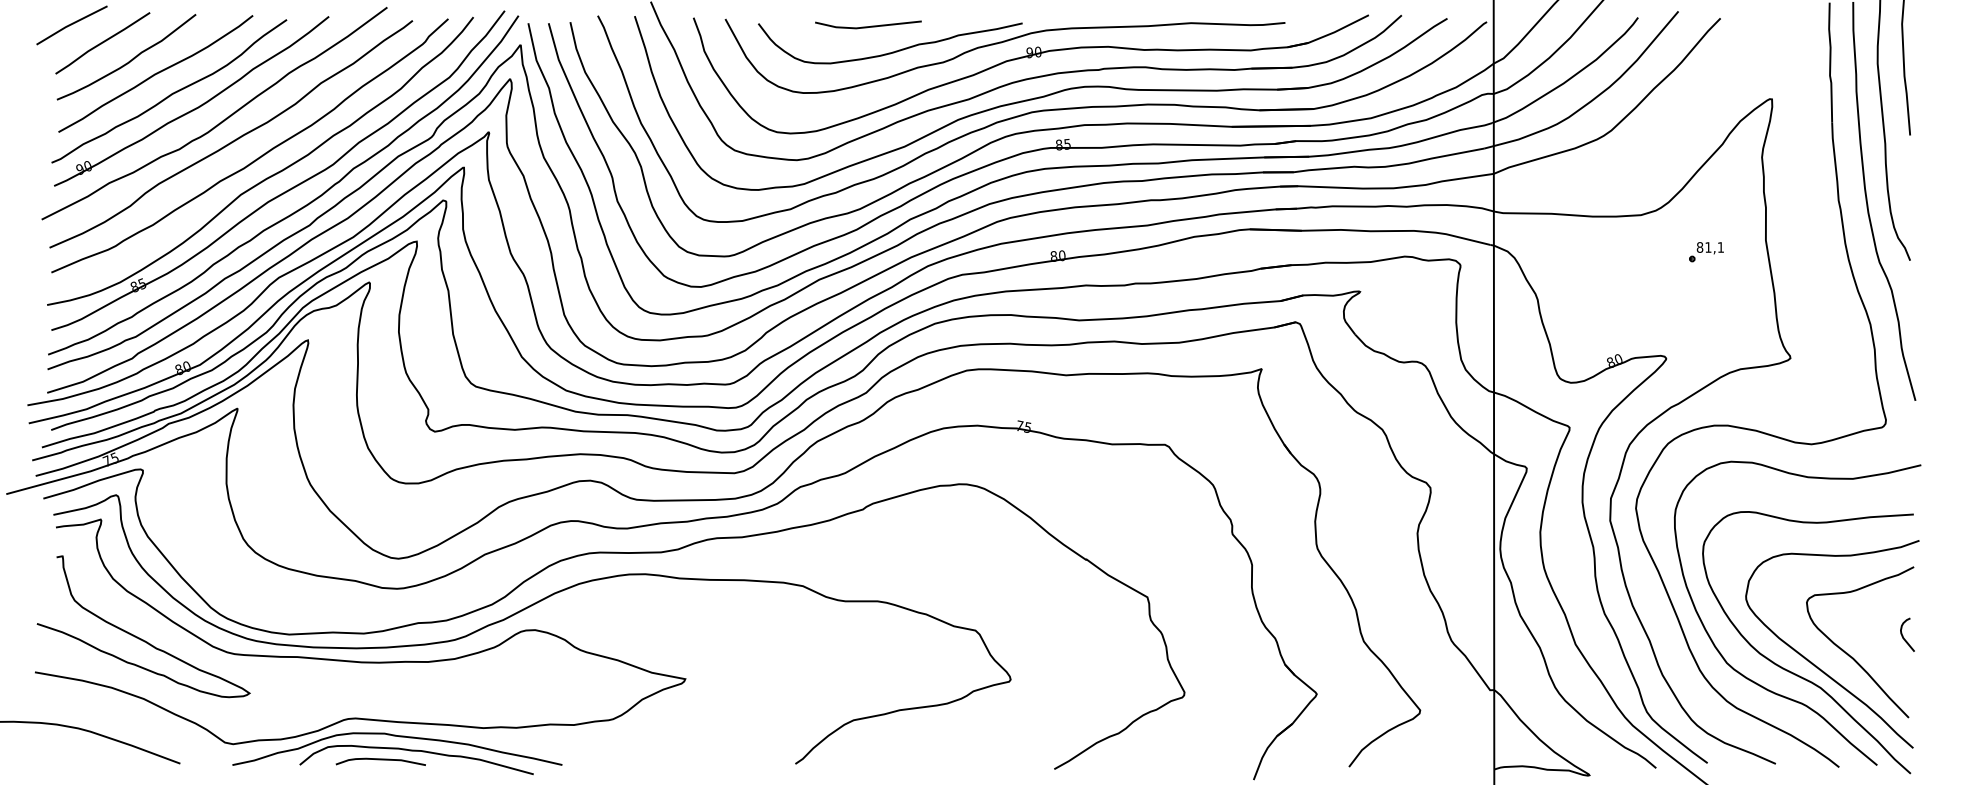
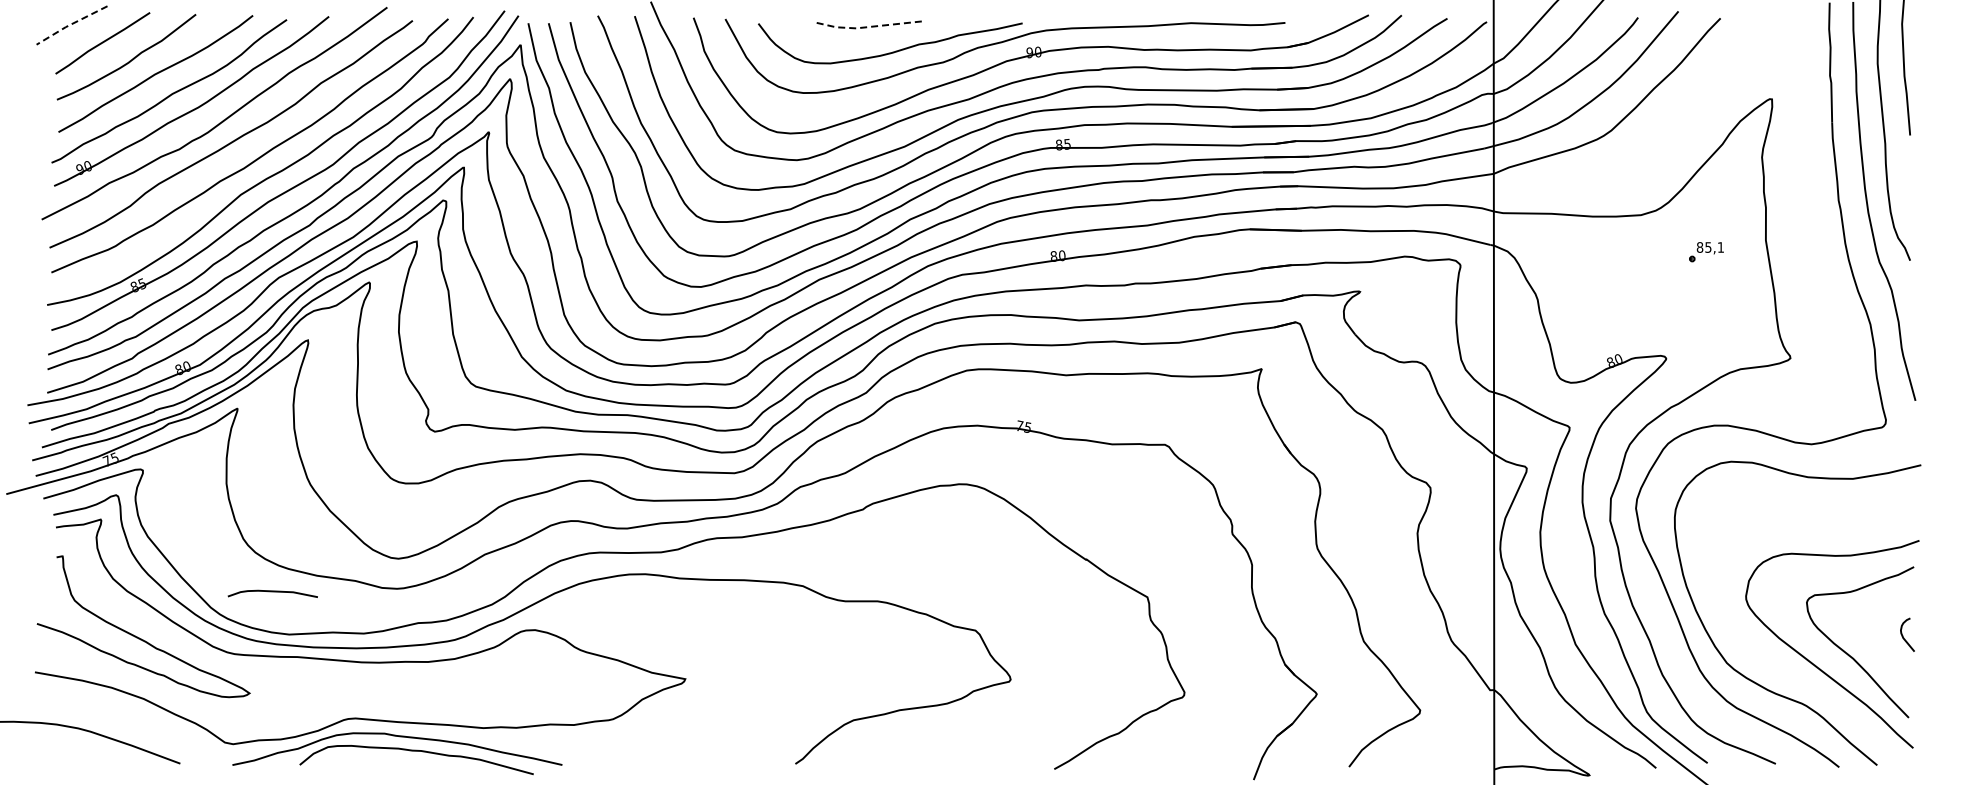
line at (70, 24): solid -> dashed
line at (866, 27): solid -> dashed
text at (1708, 247): 81,1 -> 85,1
curve at (1793, 672): present -> none
curve at (380, 760) position: (380, 760) -> (272, 592)
